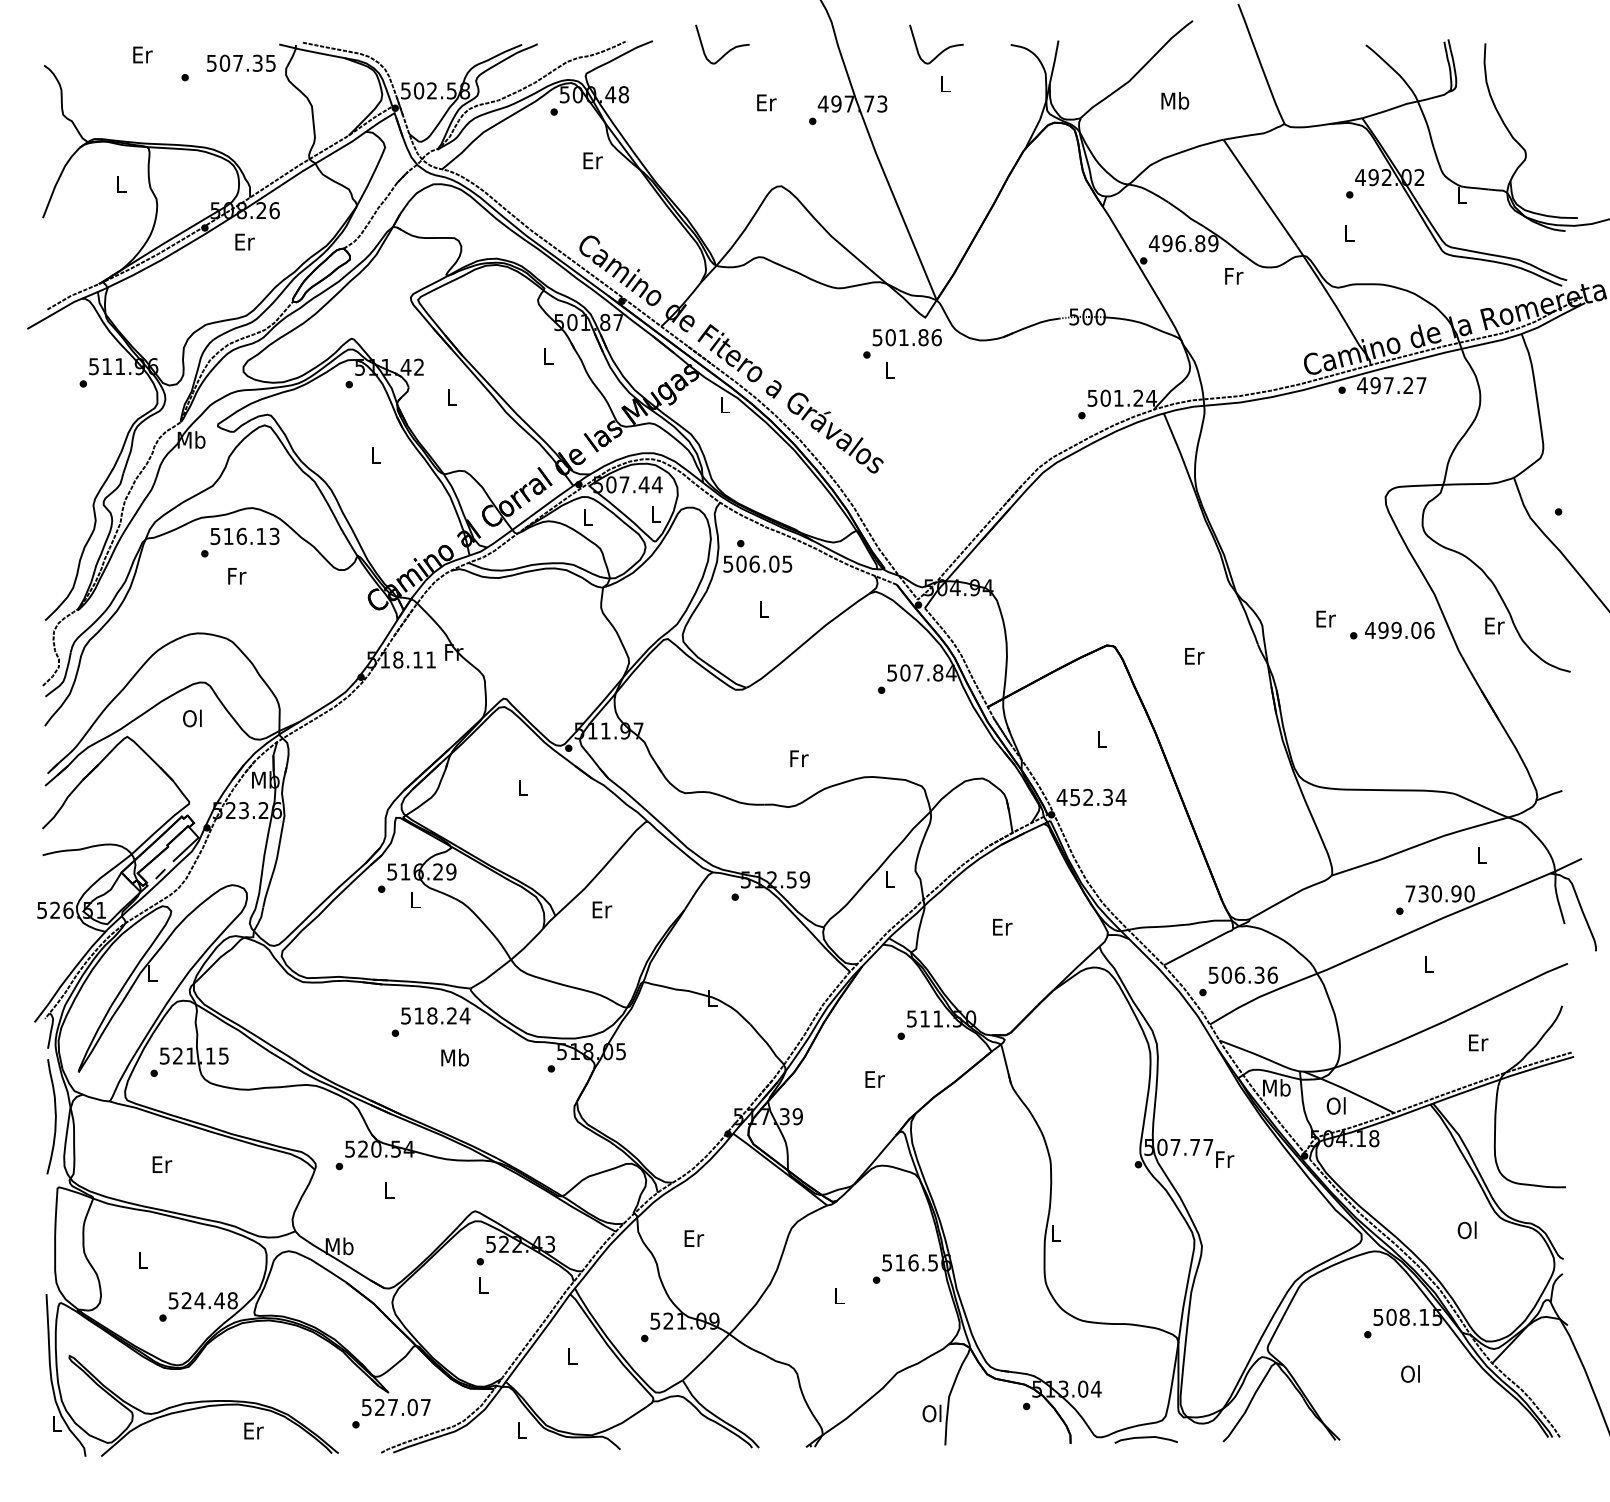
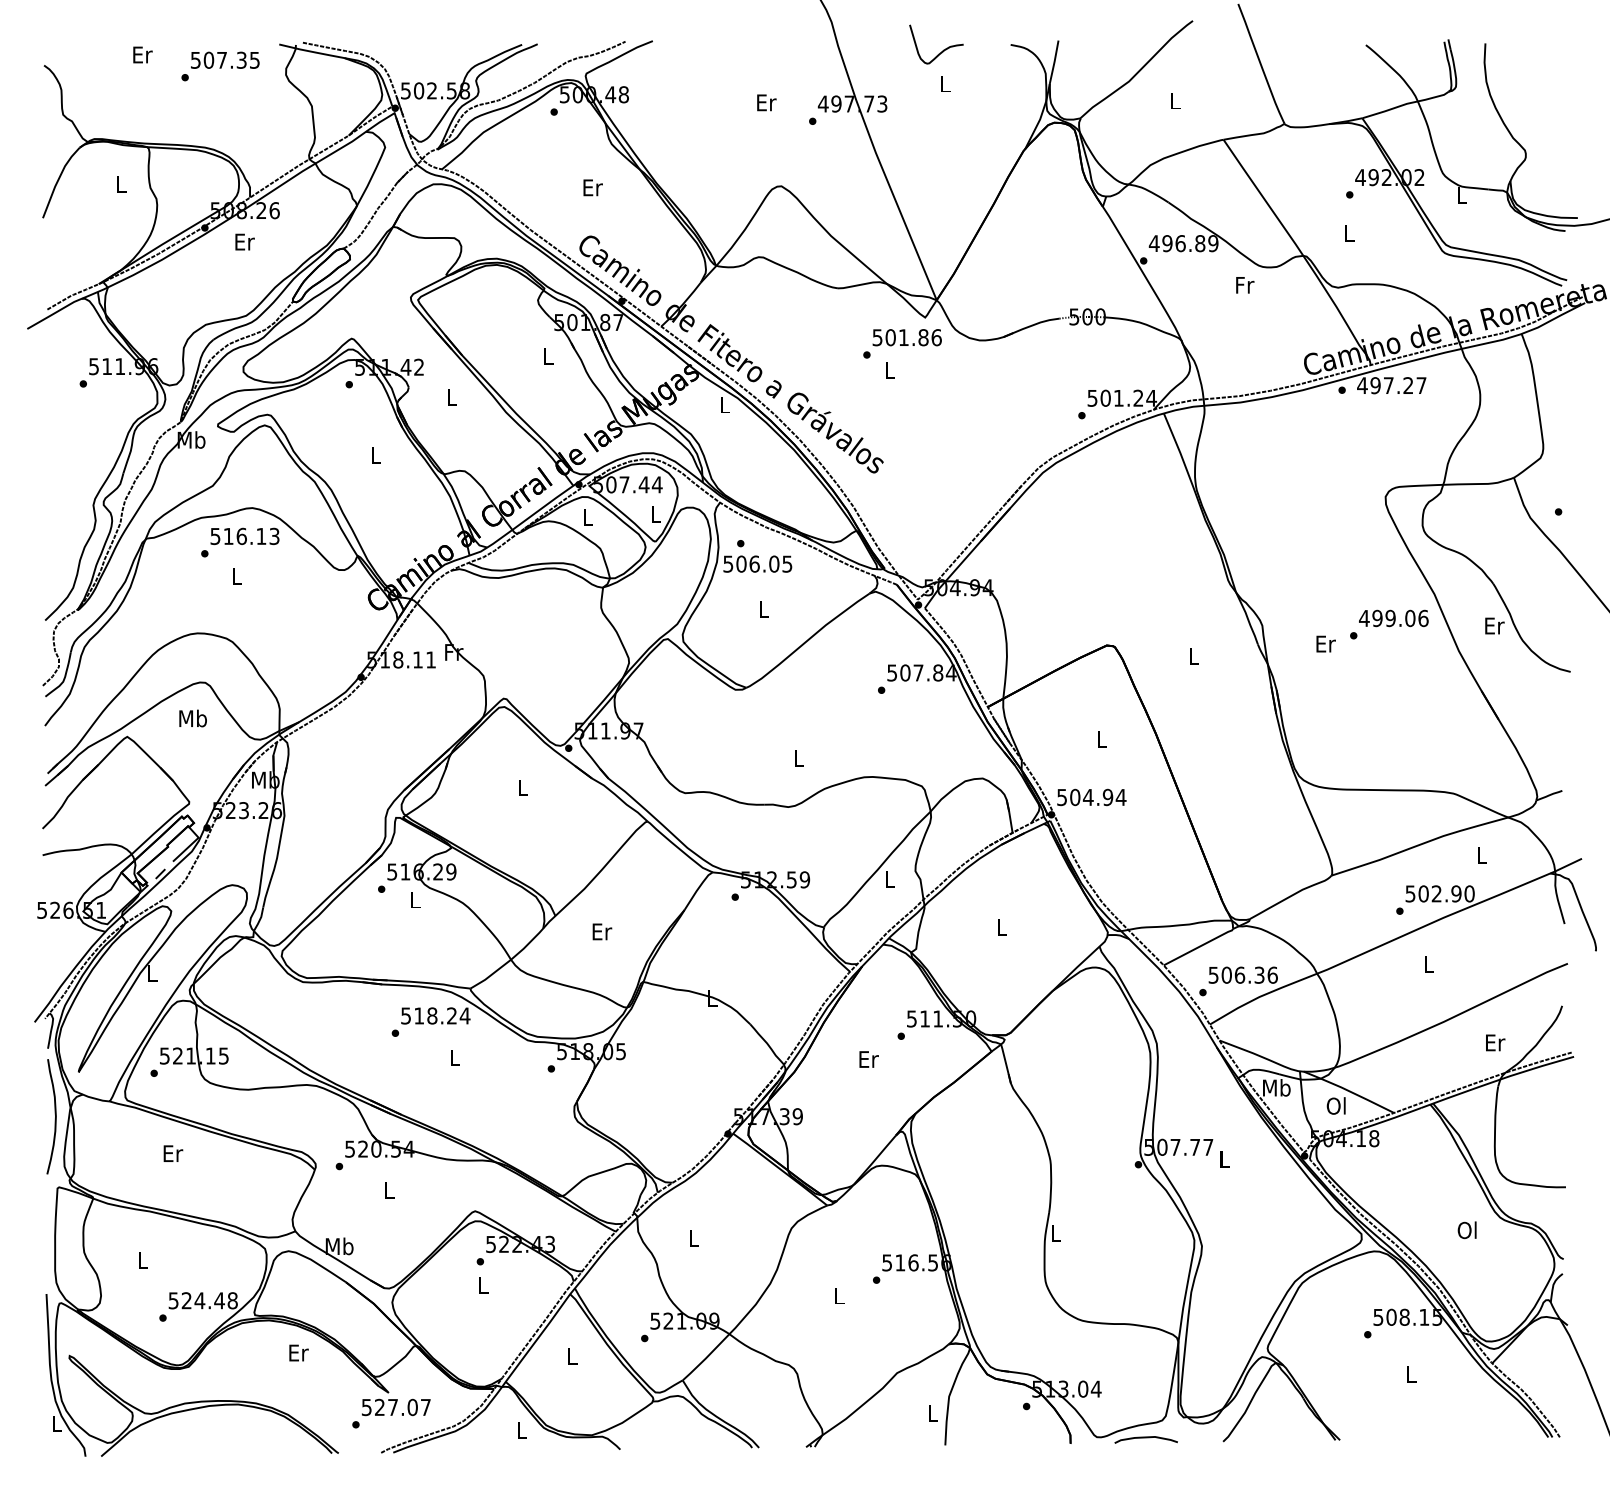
curve at (728, 50): present -> none
text at (241, 62) position: (241, 62) -> (225, 59)
text at (1175, 100): Mb -> L
text at (592, 160) position: (592, 160) -> (592, 187)
text at (1234, 276) position: (1234, 276) -> (1245, 285)
text at (237, 576): Fr -> L
text at (1325, 618) position: (1325, 618) -> (1325, 643)
text at (1399, 630) position: (1399, 630) -> (1393, 618)
text at (1194, 656): Er -> L
text at (192, 718): Ol -> Mb
text at (799, 758): Fr -> L
text at (1084, 797): 452.34 -> 504.94
text at (1423, 893): 730.90 -> 502.90
text at (602, 909) position: (602, 909) -> (602, 931)
text at (1002, 926): Er -> L
text at (1478, 1042) position: (1478, 1042) -> (1495, 1042)
text at (454, 1057): Mb -> L
text at (874, 1079) position: (874, 1079) -> (868, 1059)
text at (1225, 1159): Fr -> L
text at (162, 1164) position: (162, 1164) -> (173, 1153)
text at (694, 1238): Er -> L
text at (1410, 1373): Ol -> L
text at (931, 1413): Ol -> L
text at (253, 1430) position: (253, 1430) -> (298, 1352)
